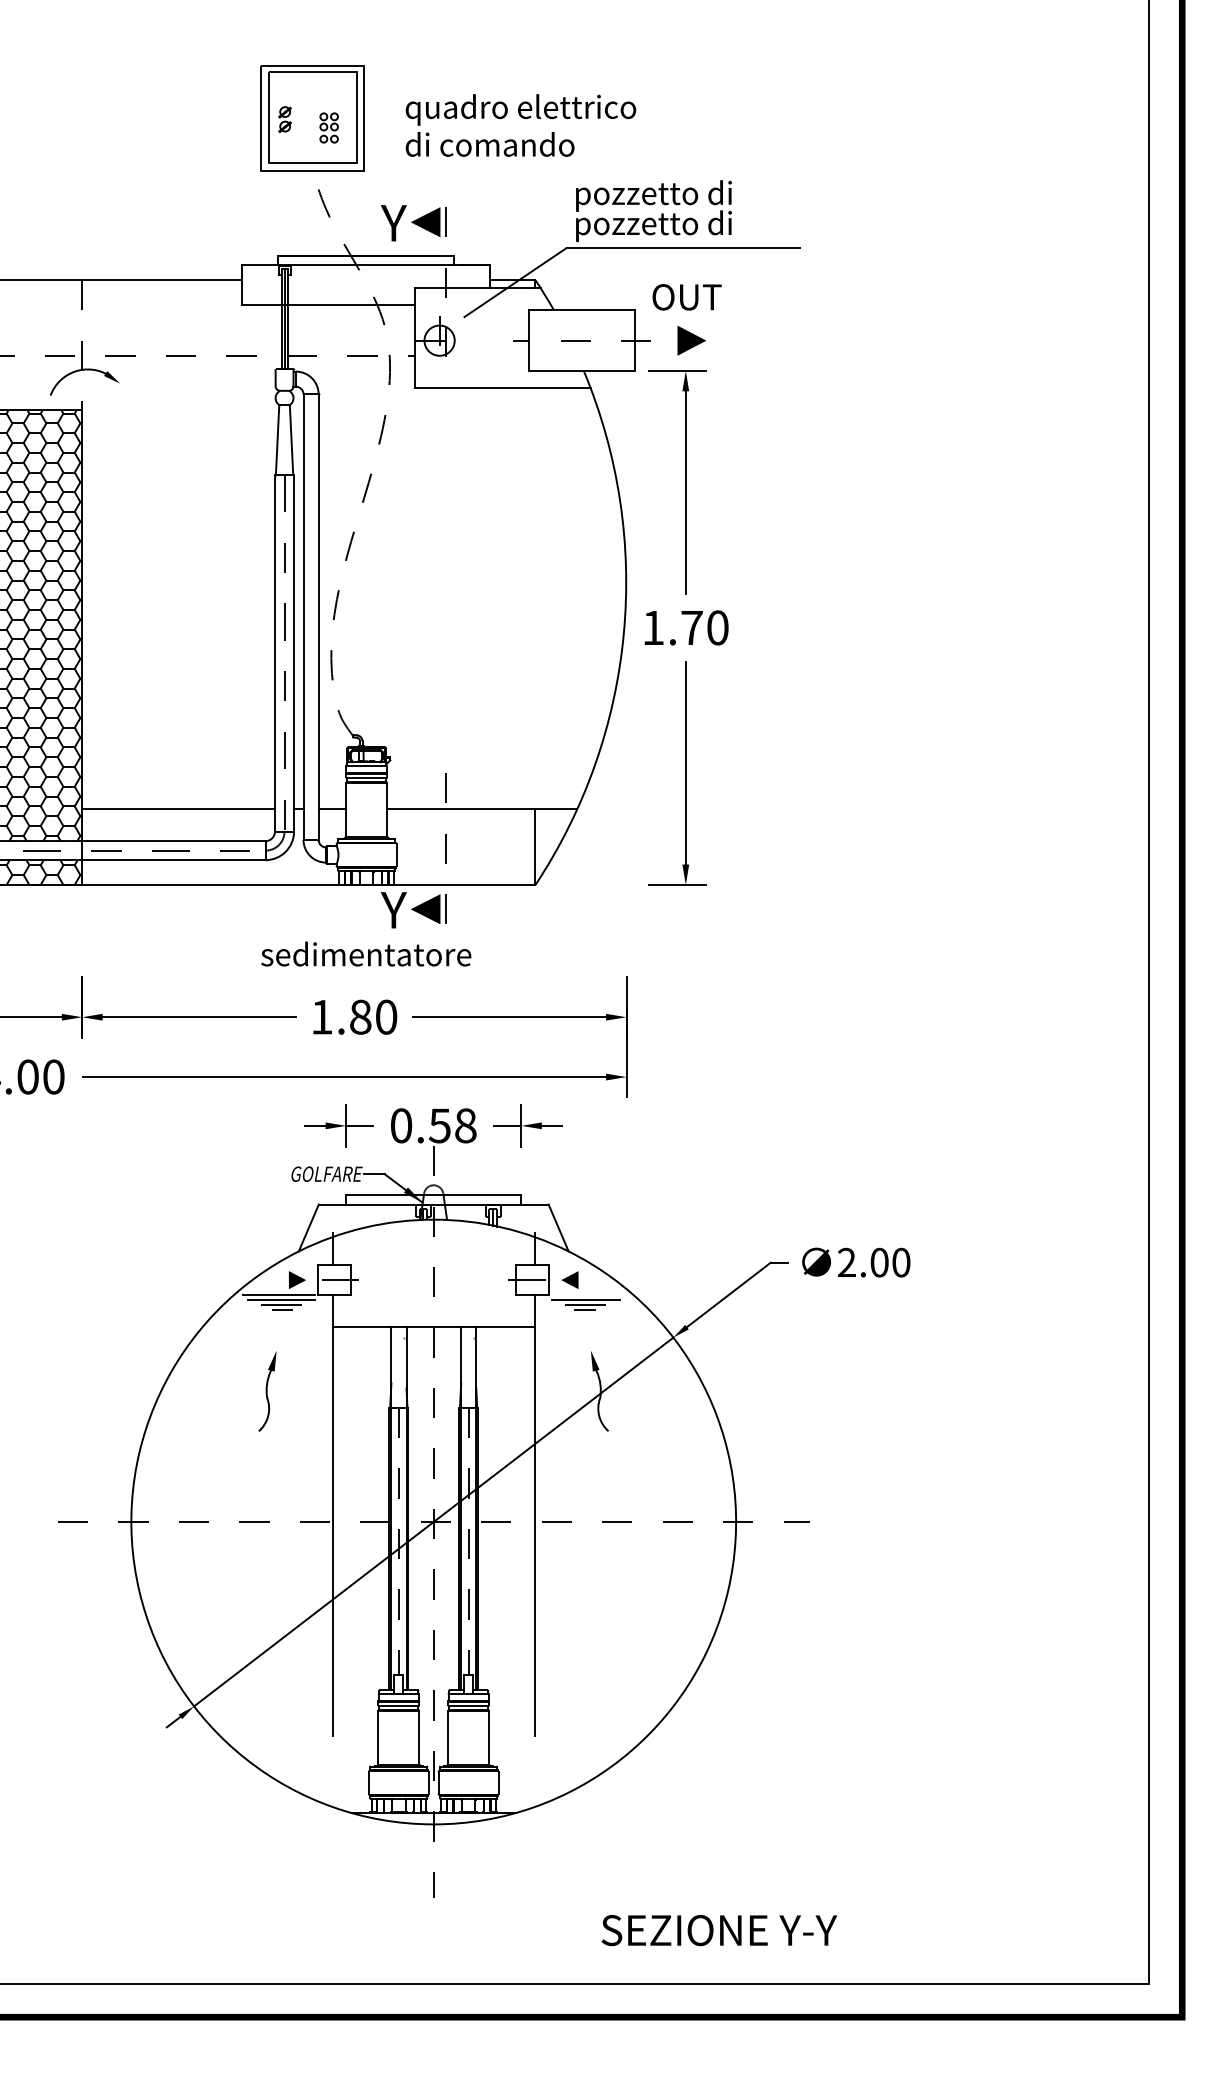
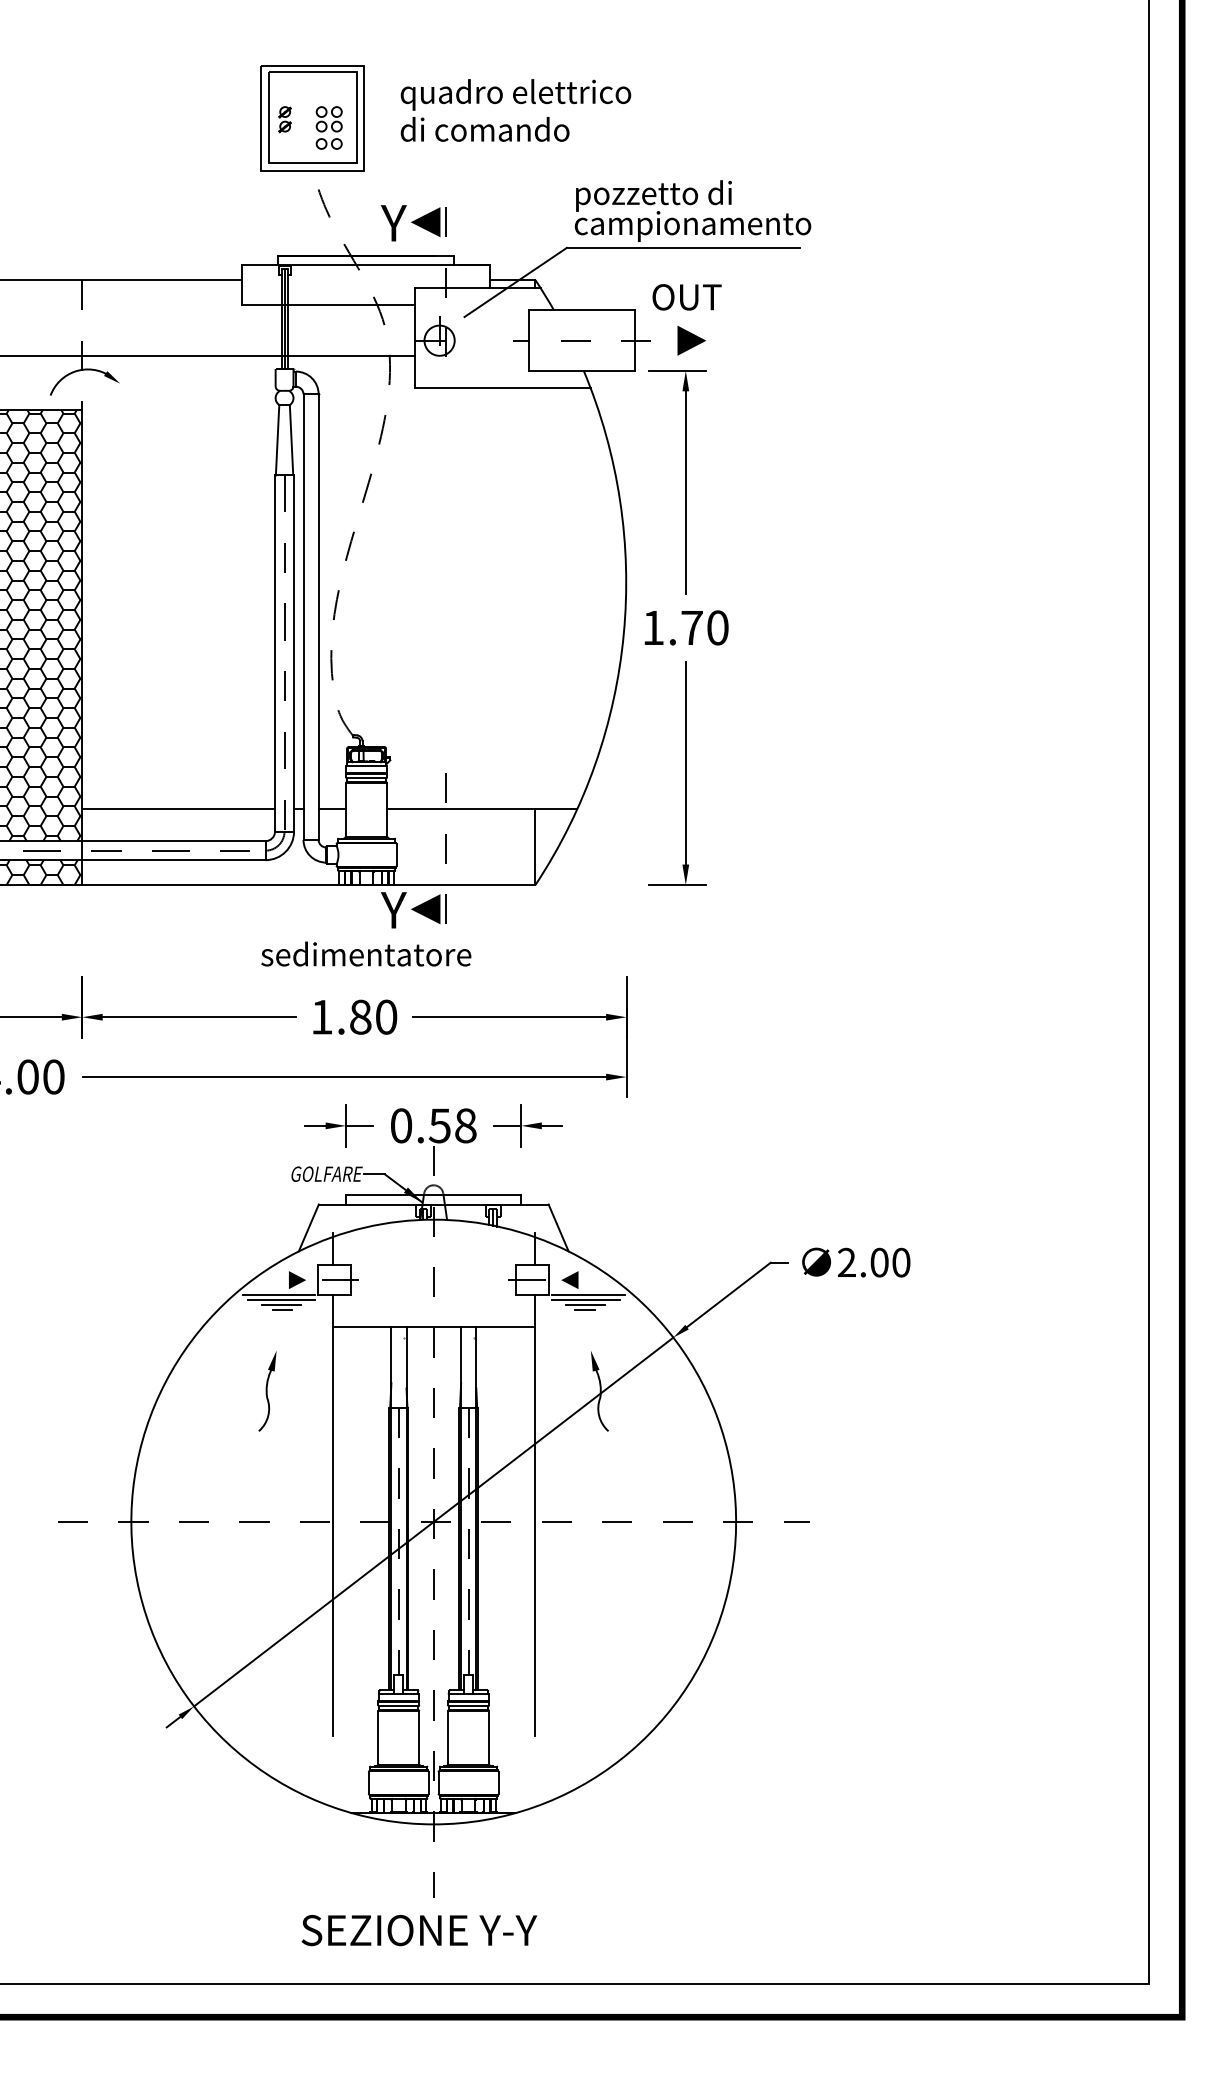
text at (520, 125) position: (520, 125) -> (515, 110)
part at (328, 127) size: 20x32 px -> 28x44 px
text at (692, 225): pozzetto di -> campionamento
line at (207, 355): dashed -> solid
line at (588, 1295): none -> present
text at (719, 1930) position: (719, 1930) -> (419, 1930)
